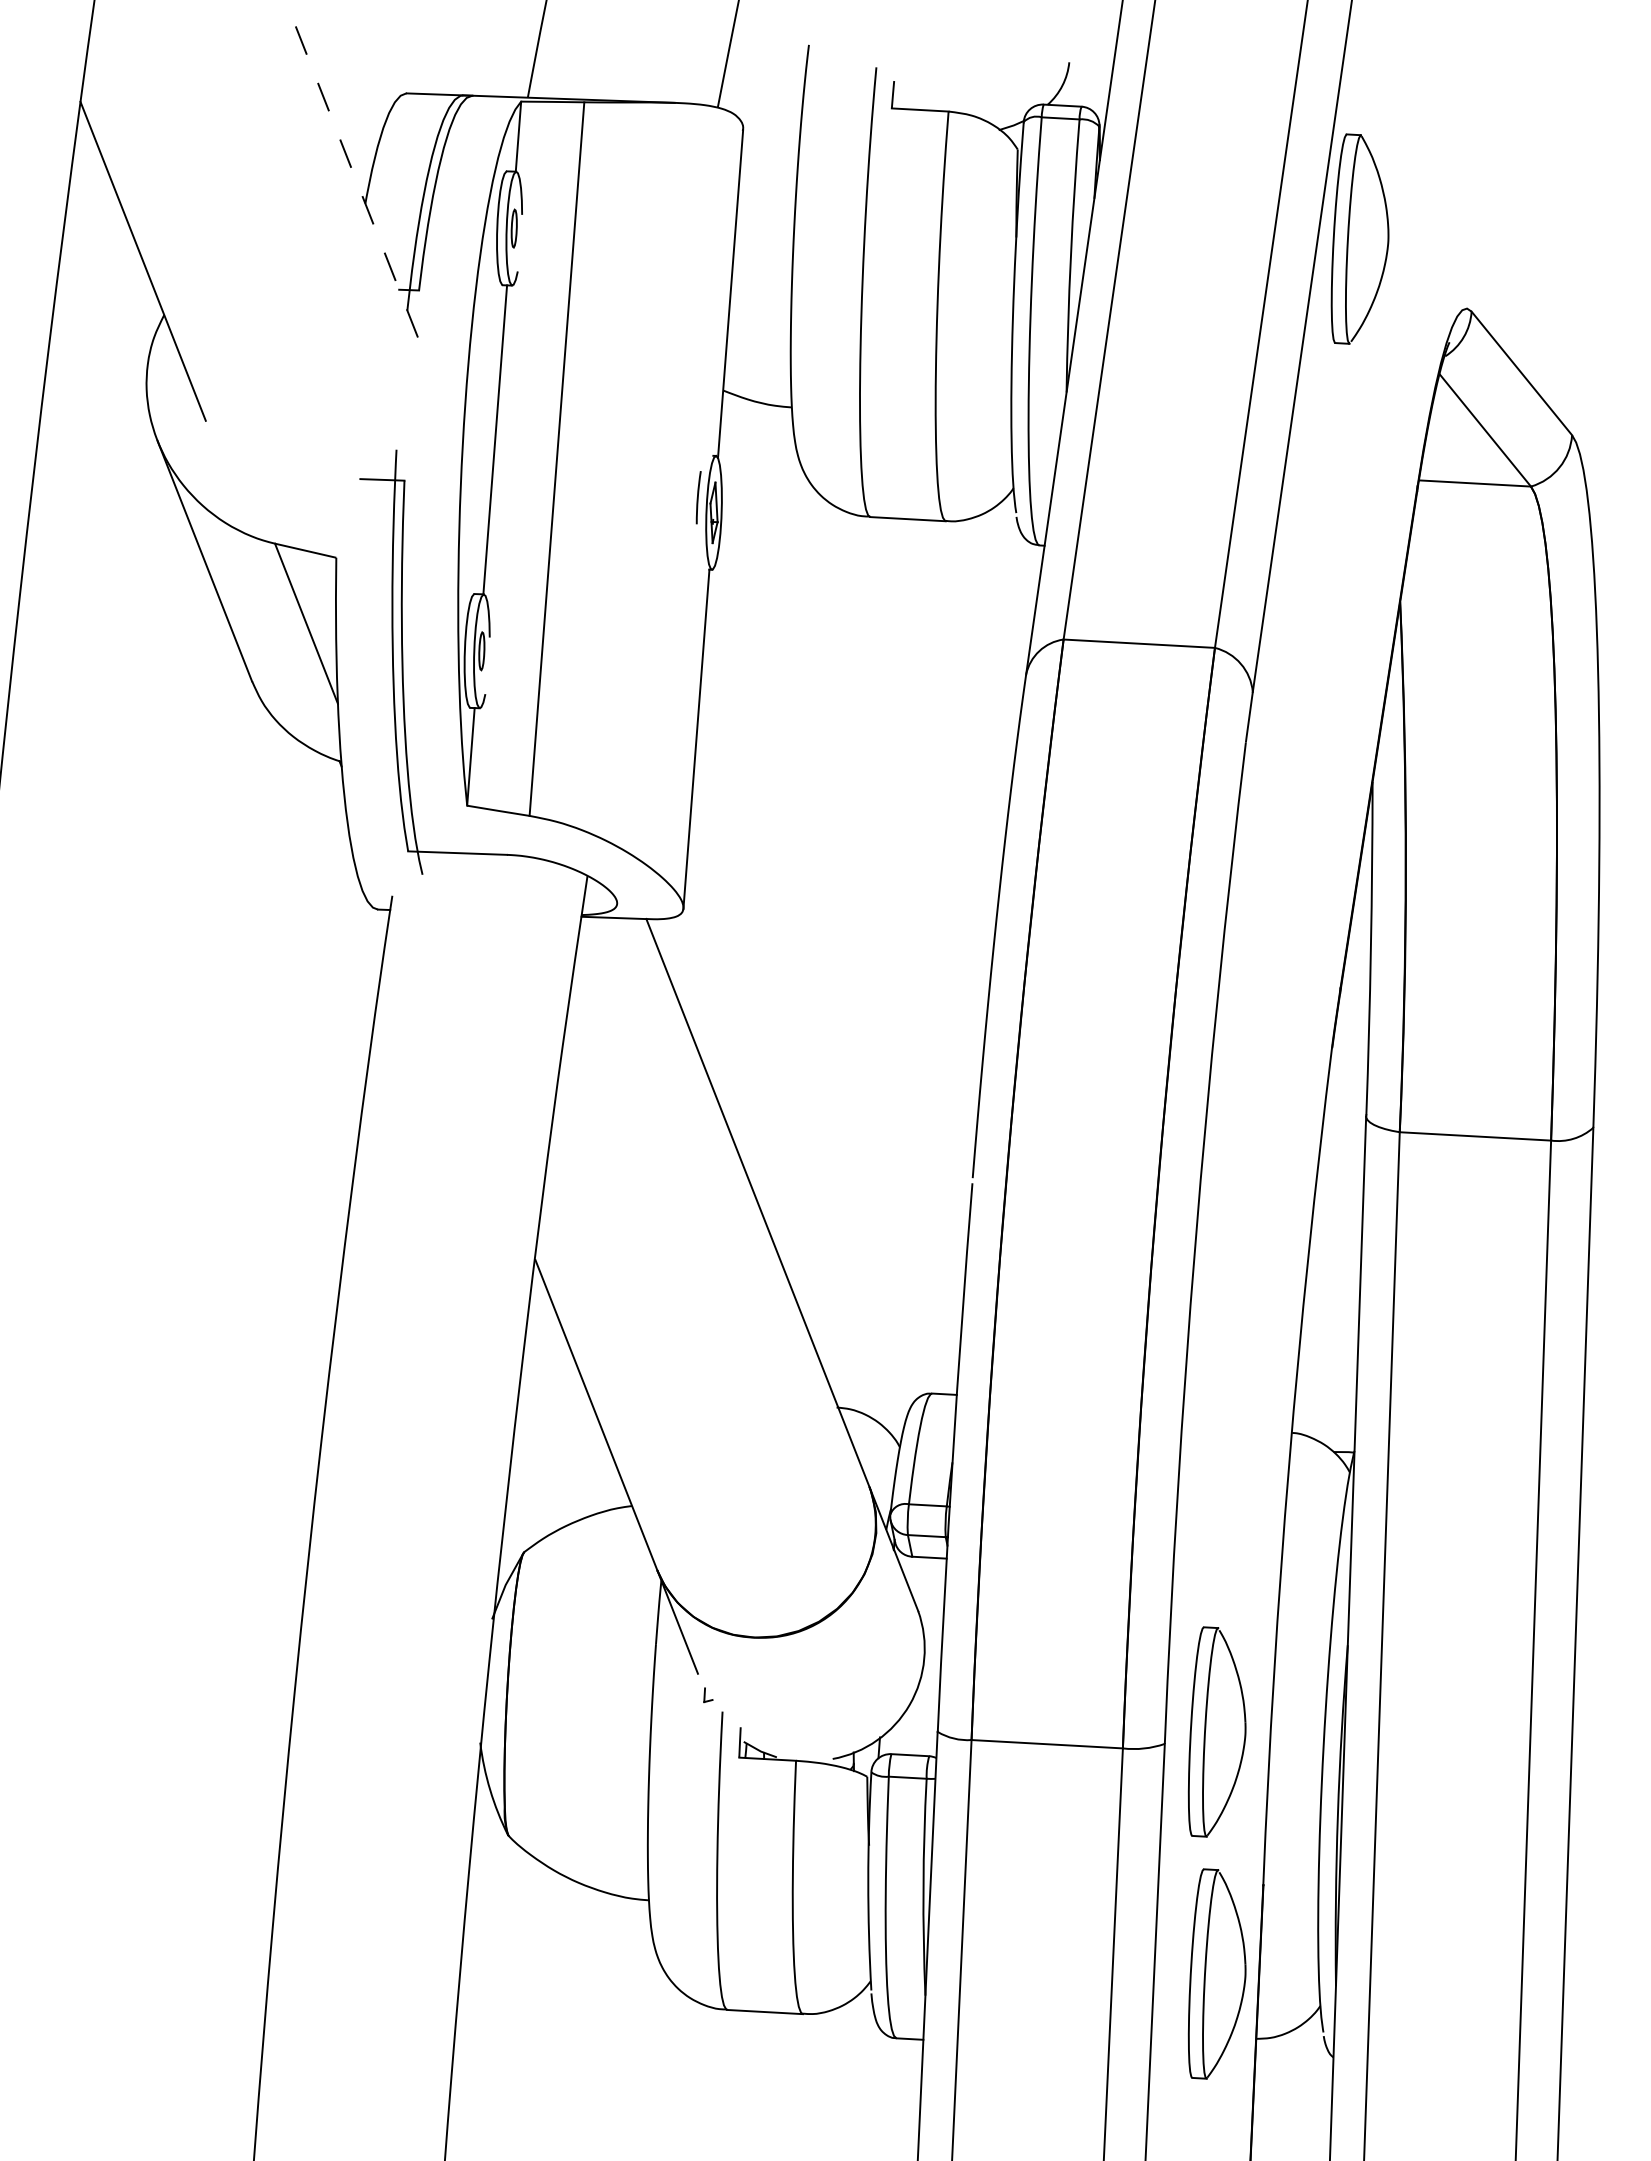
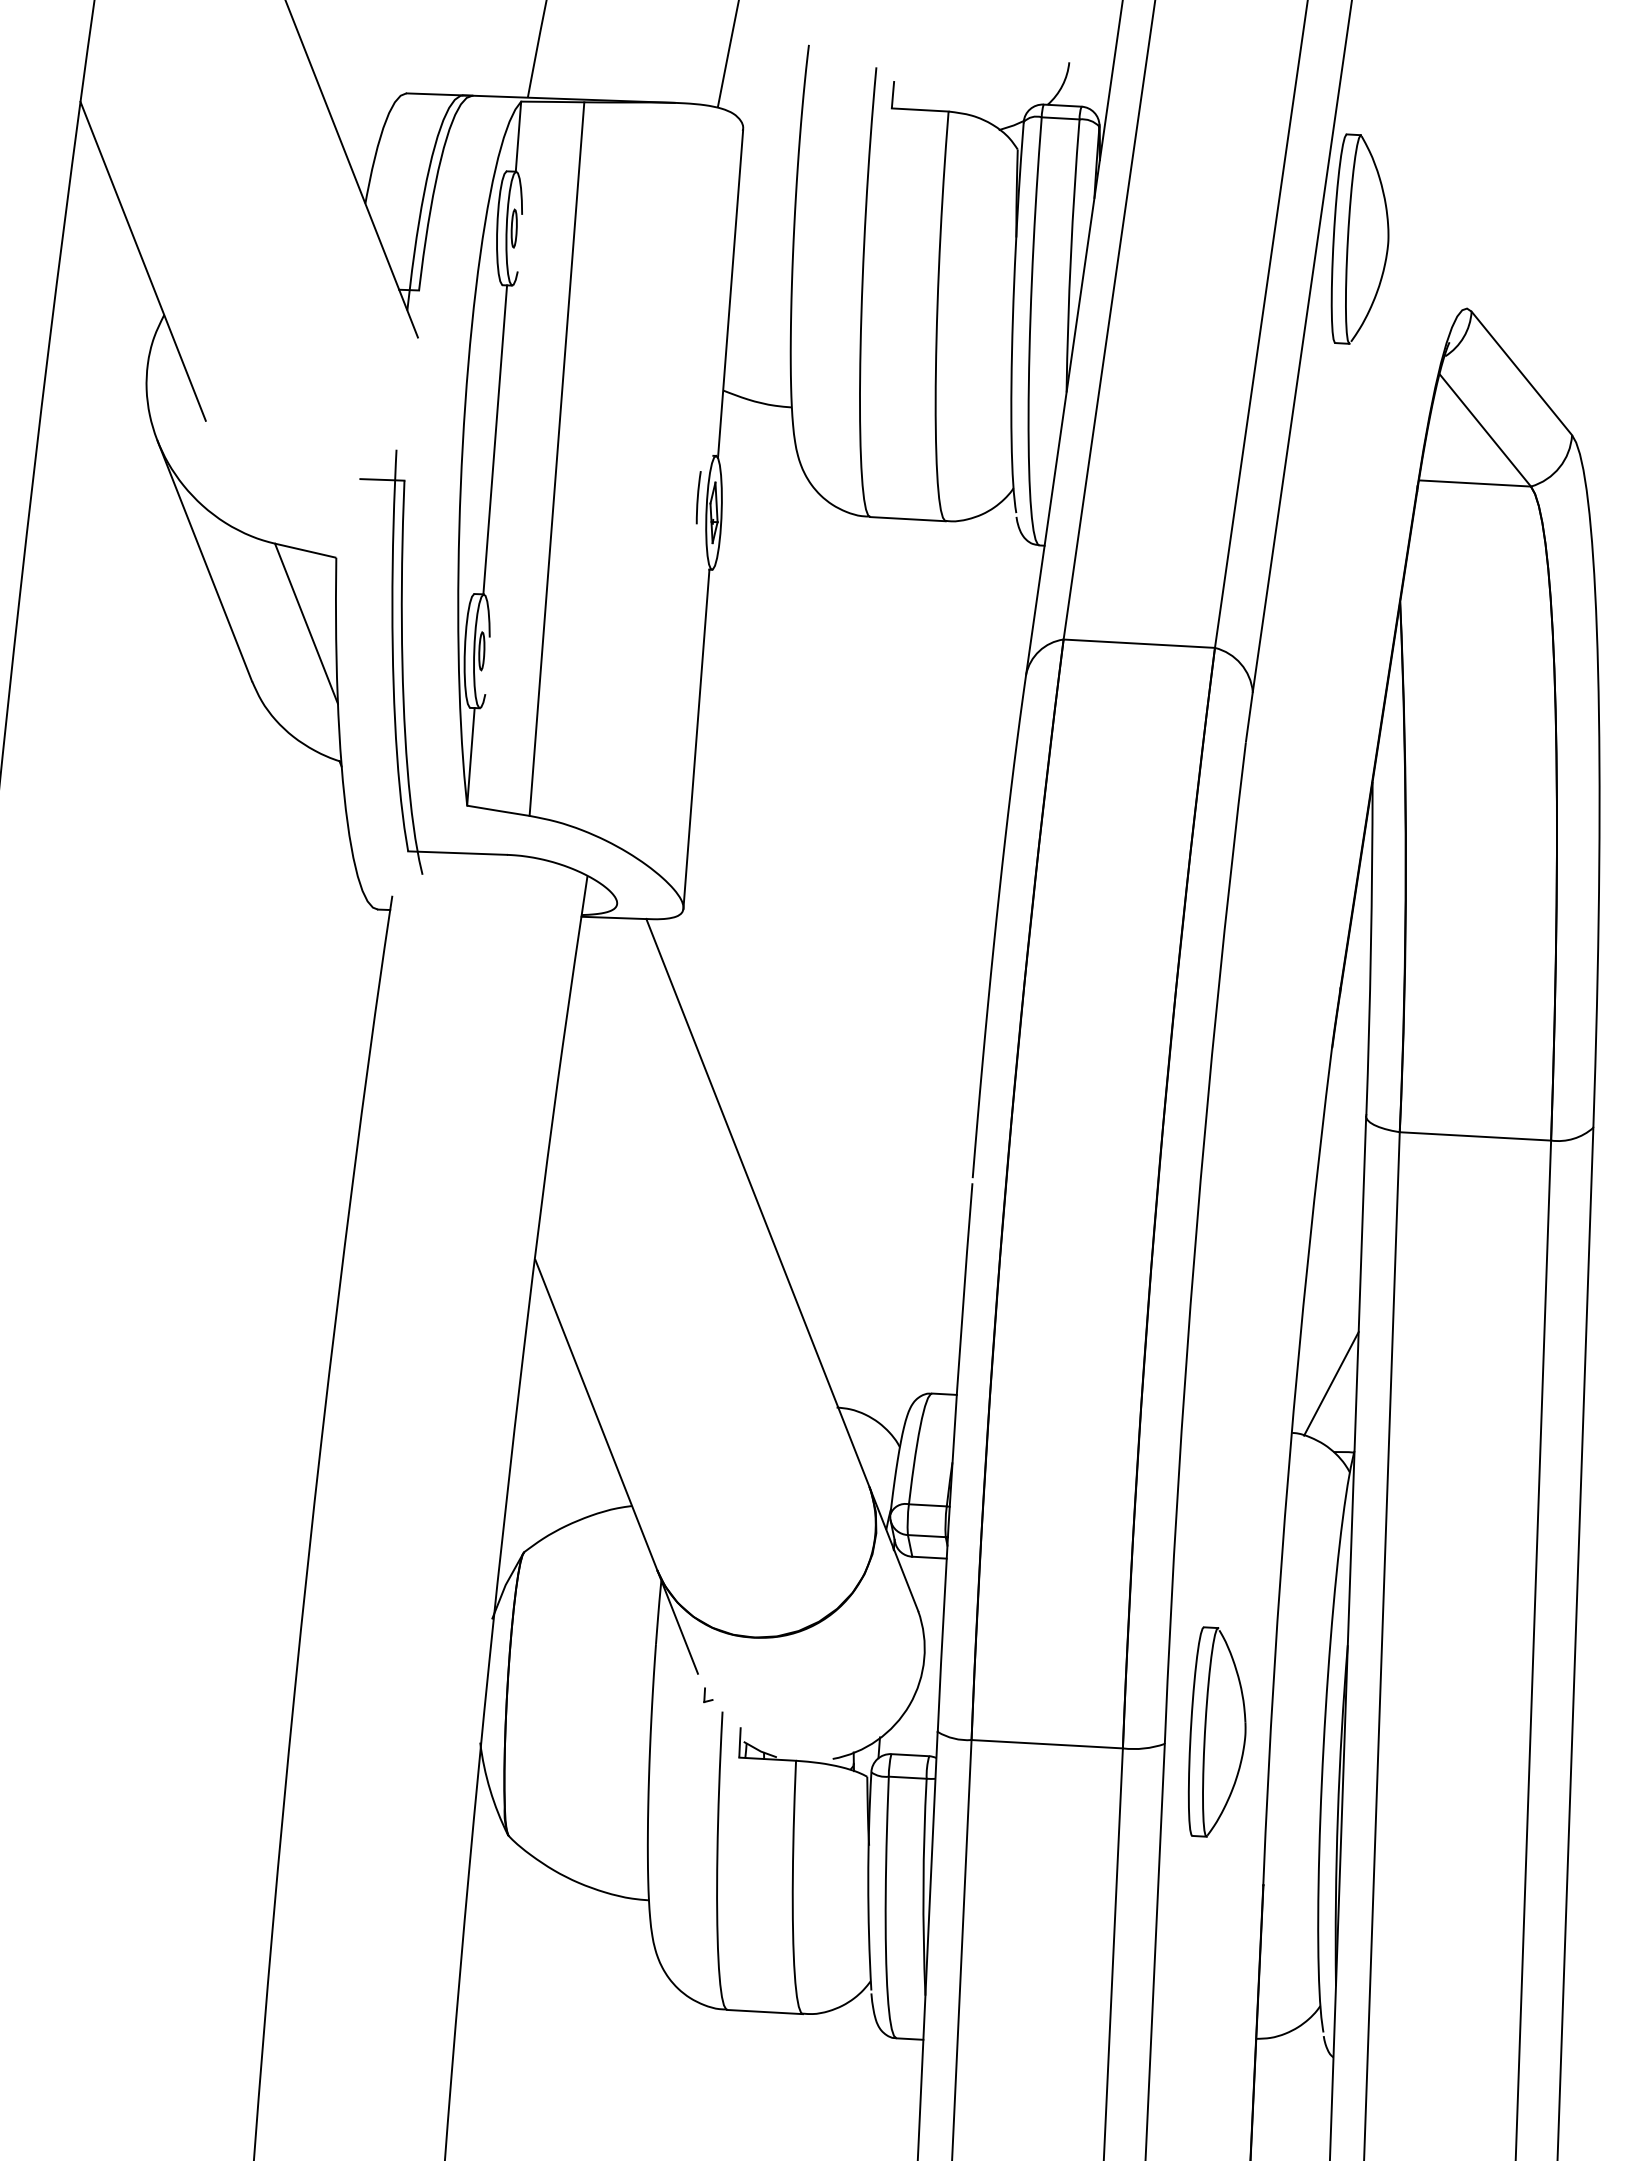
line at (351, 168): dashed -> solid
line at (1331, 1383): none -> present
part at (1216, 1973): present -> none
